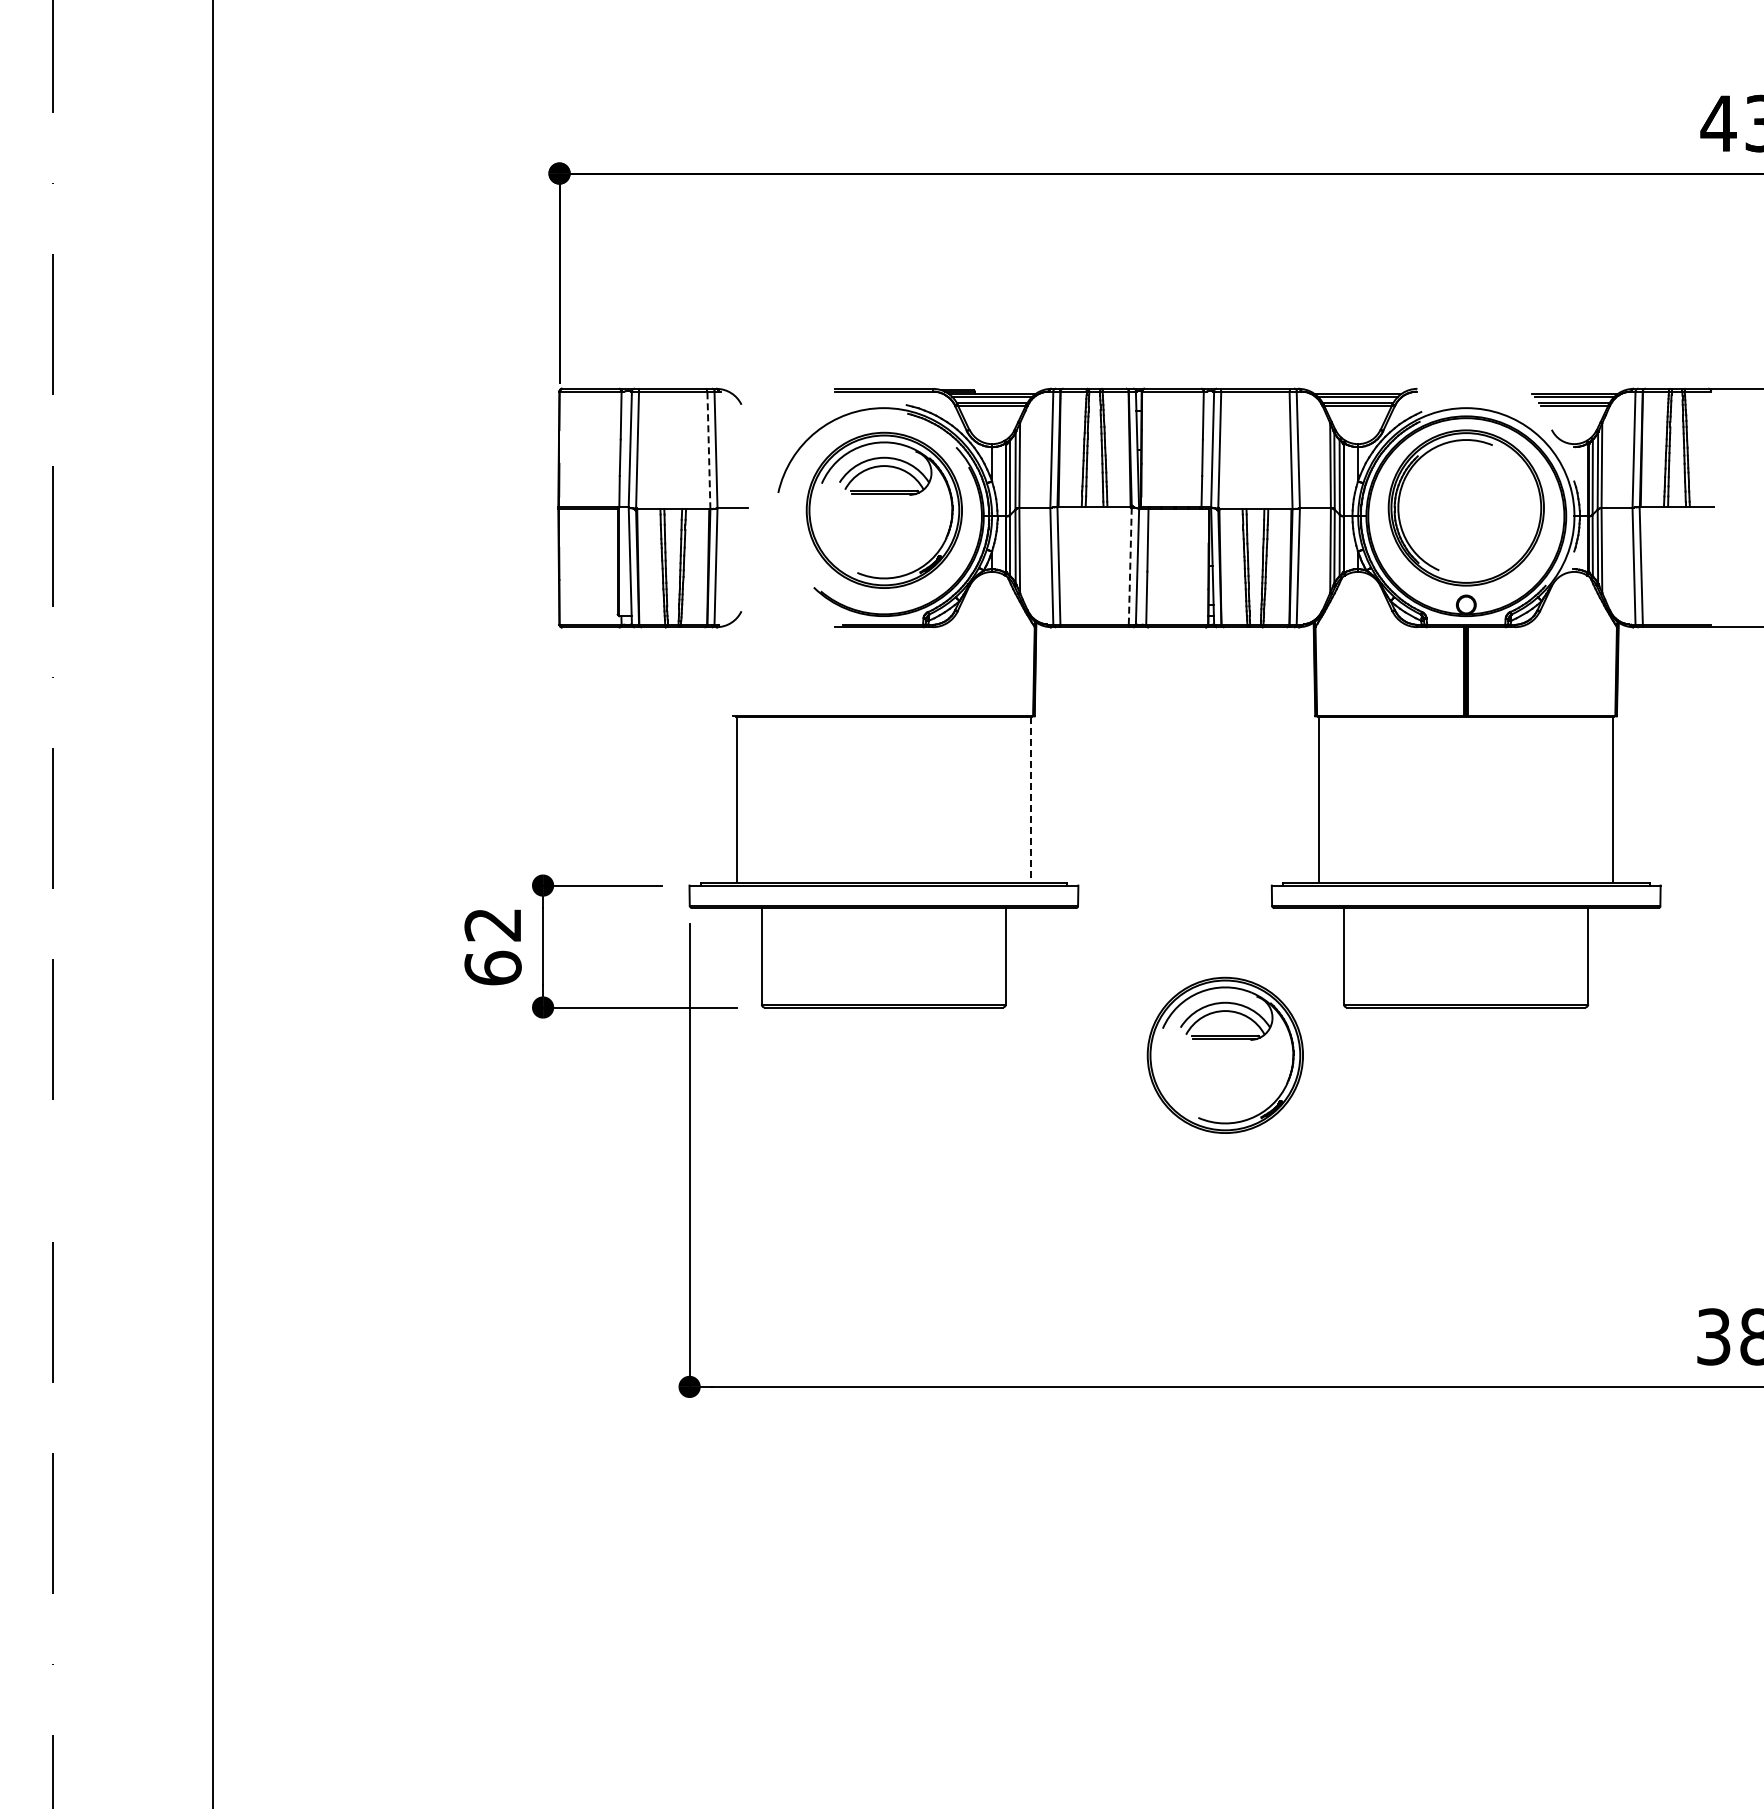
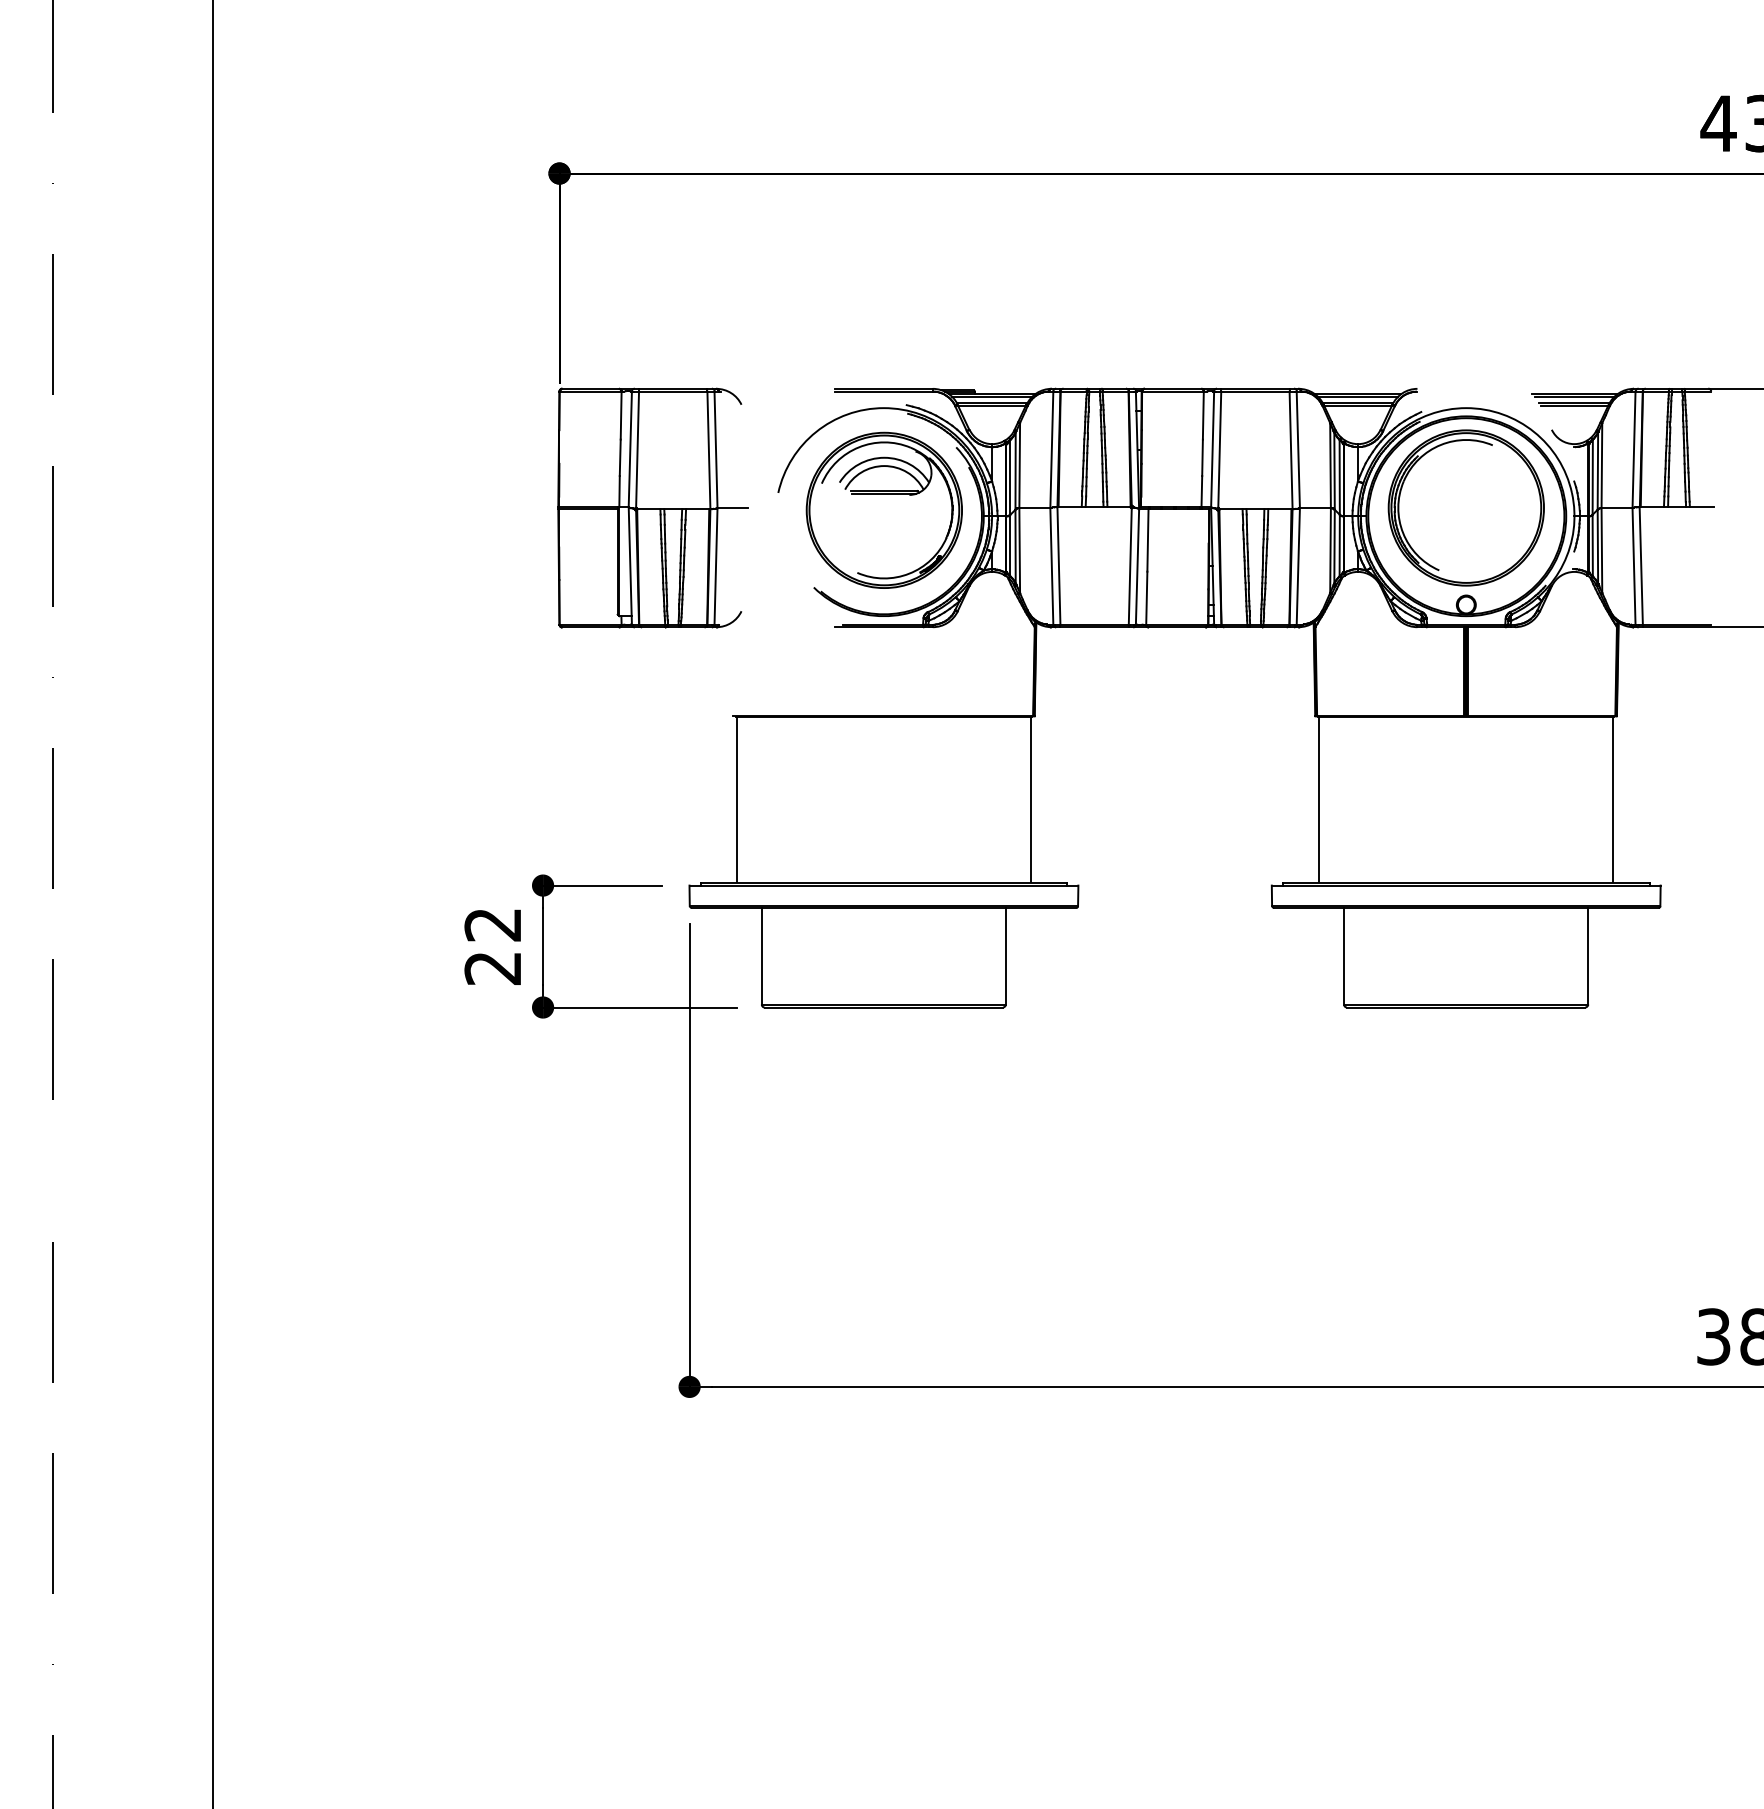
line at (708, 450): dashed -> solid
line at (1130, 565): dashed -> solid
line at (1030, 799): dashed -> solid
text at (492, 967): 62 -> 22
part at (1224, 1054): present -> none
